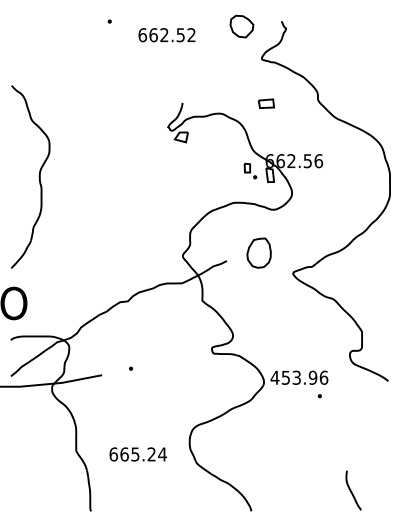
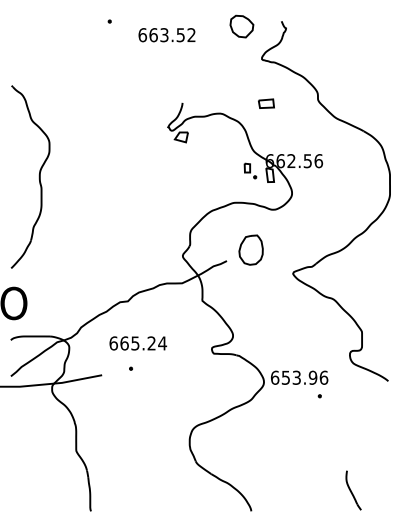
text at (164, 35): 662.52 -> 663.52
part at (258, 252) position: (258, 252) -> (250, 249)
text at (274, 377): 453.96 -> 653.96
text at (138, 454) position: (138, 454) -> (138, 343)
